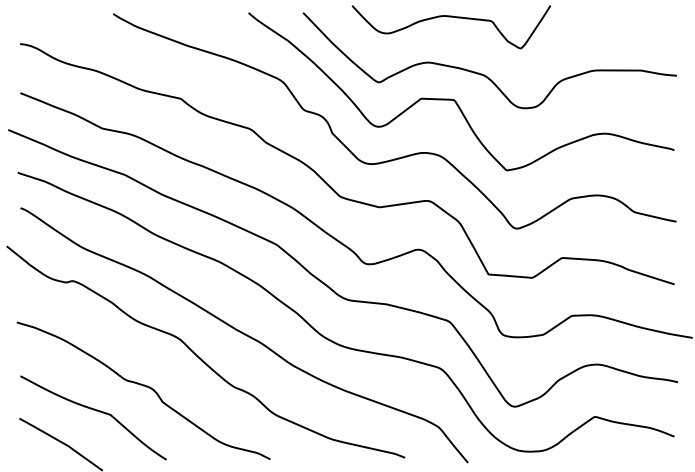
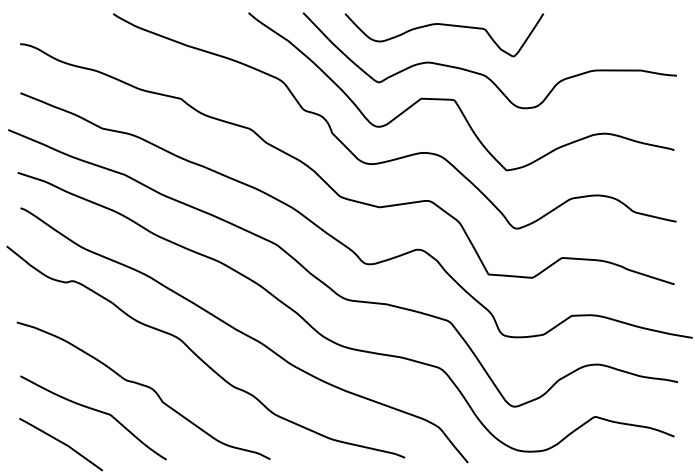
curve at (451, 17) position: (451, 17) -> (444, 25)
